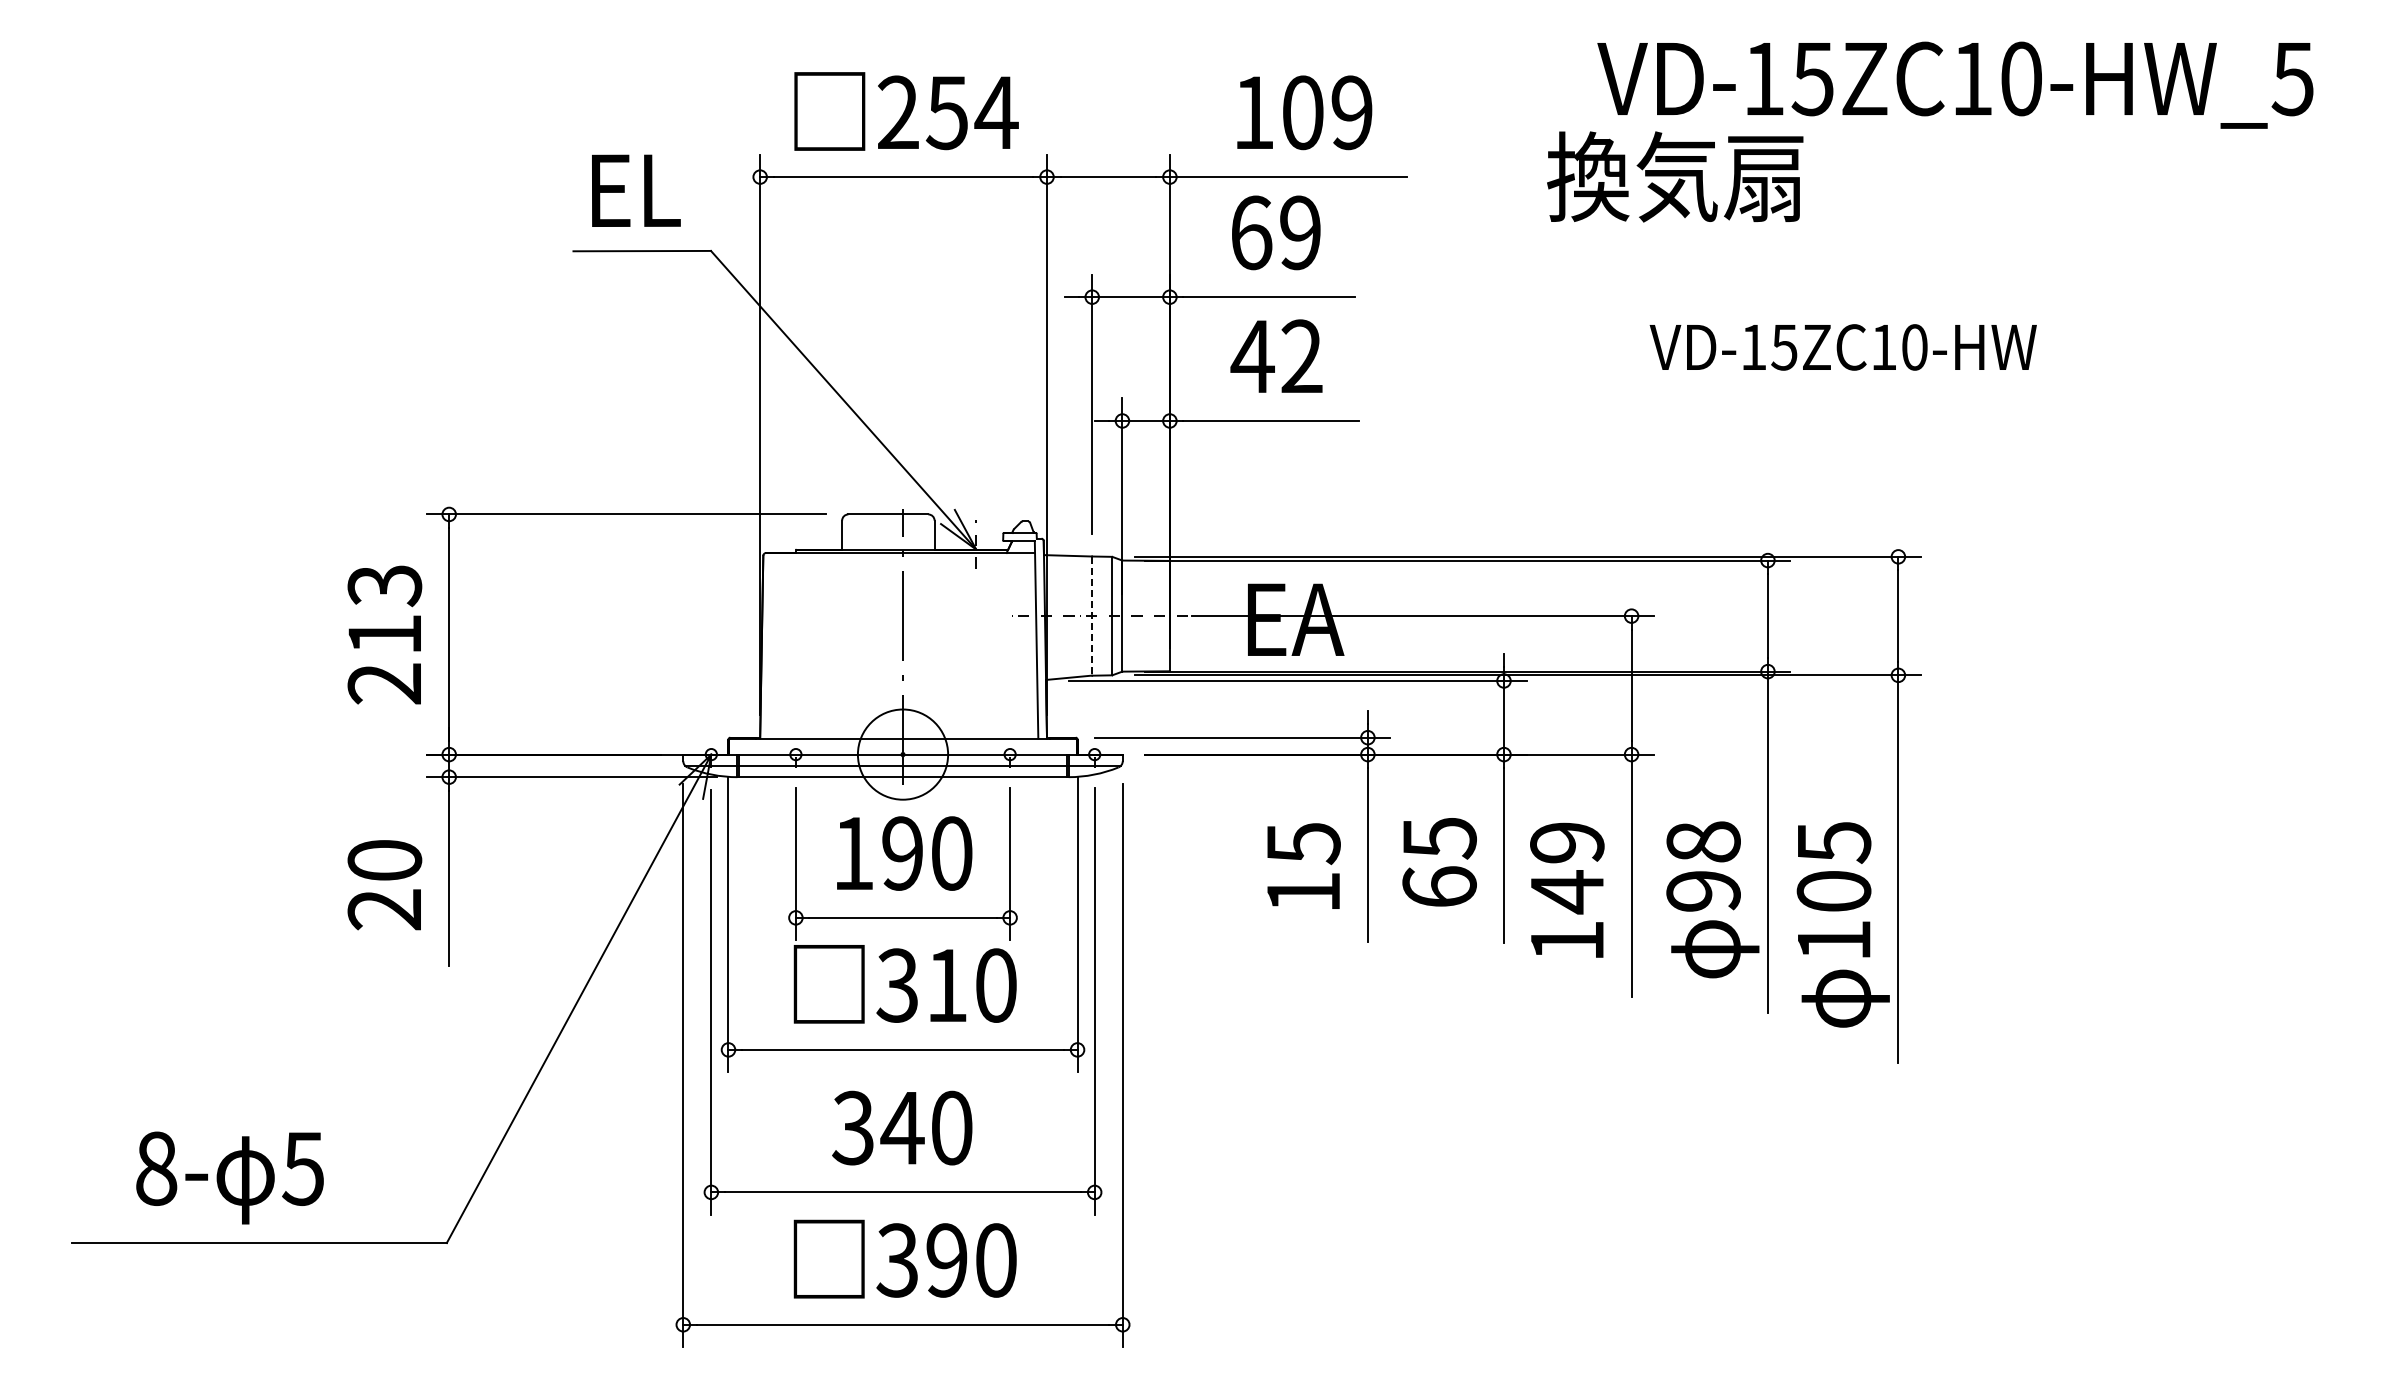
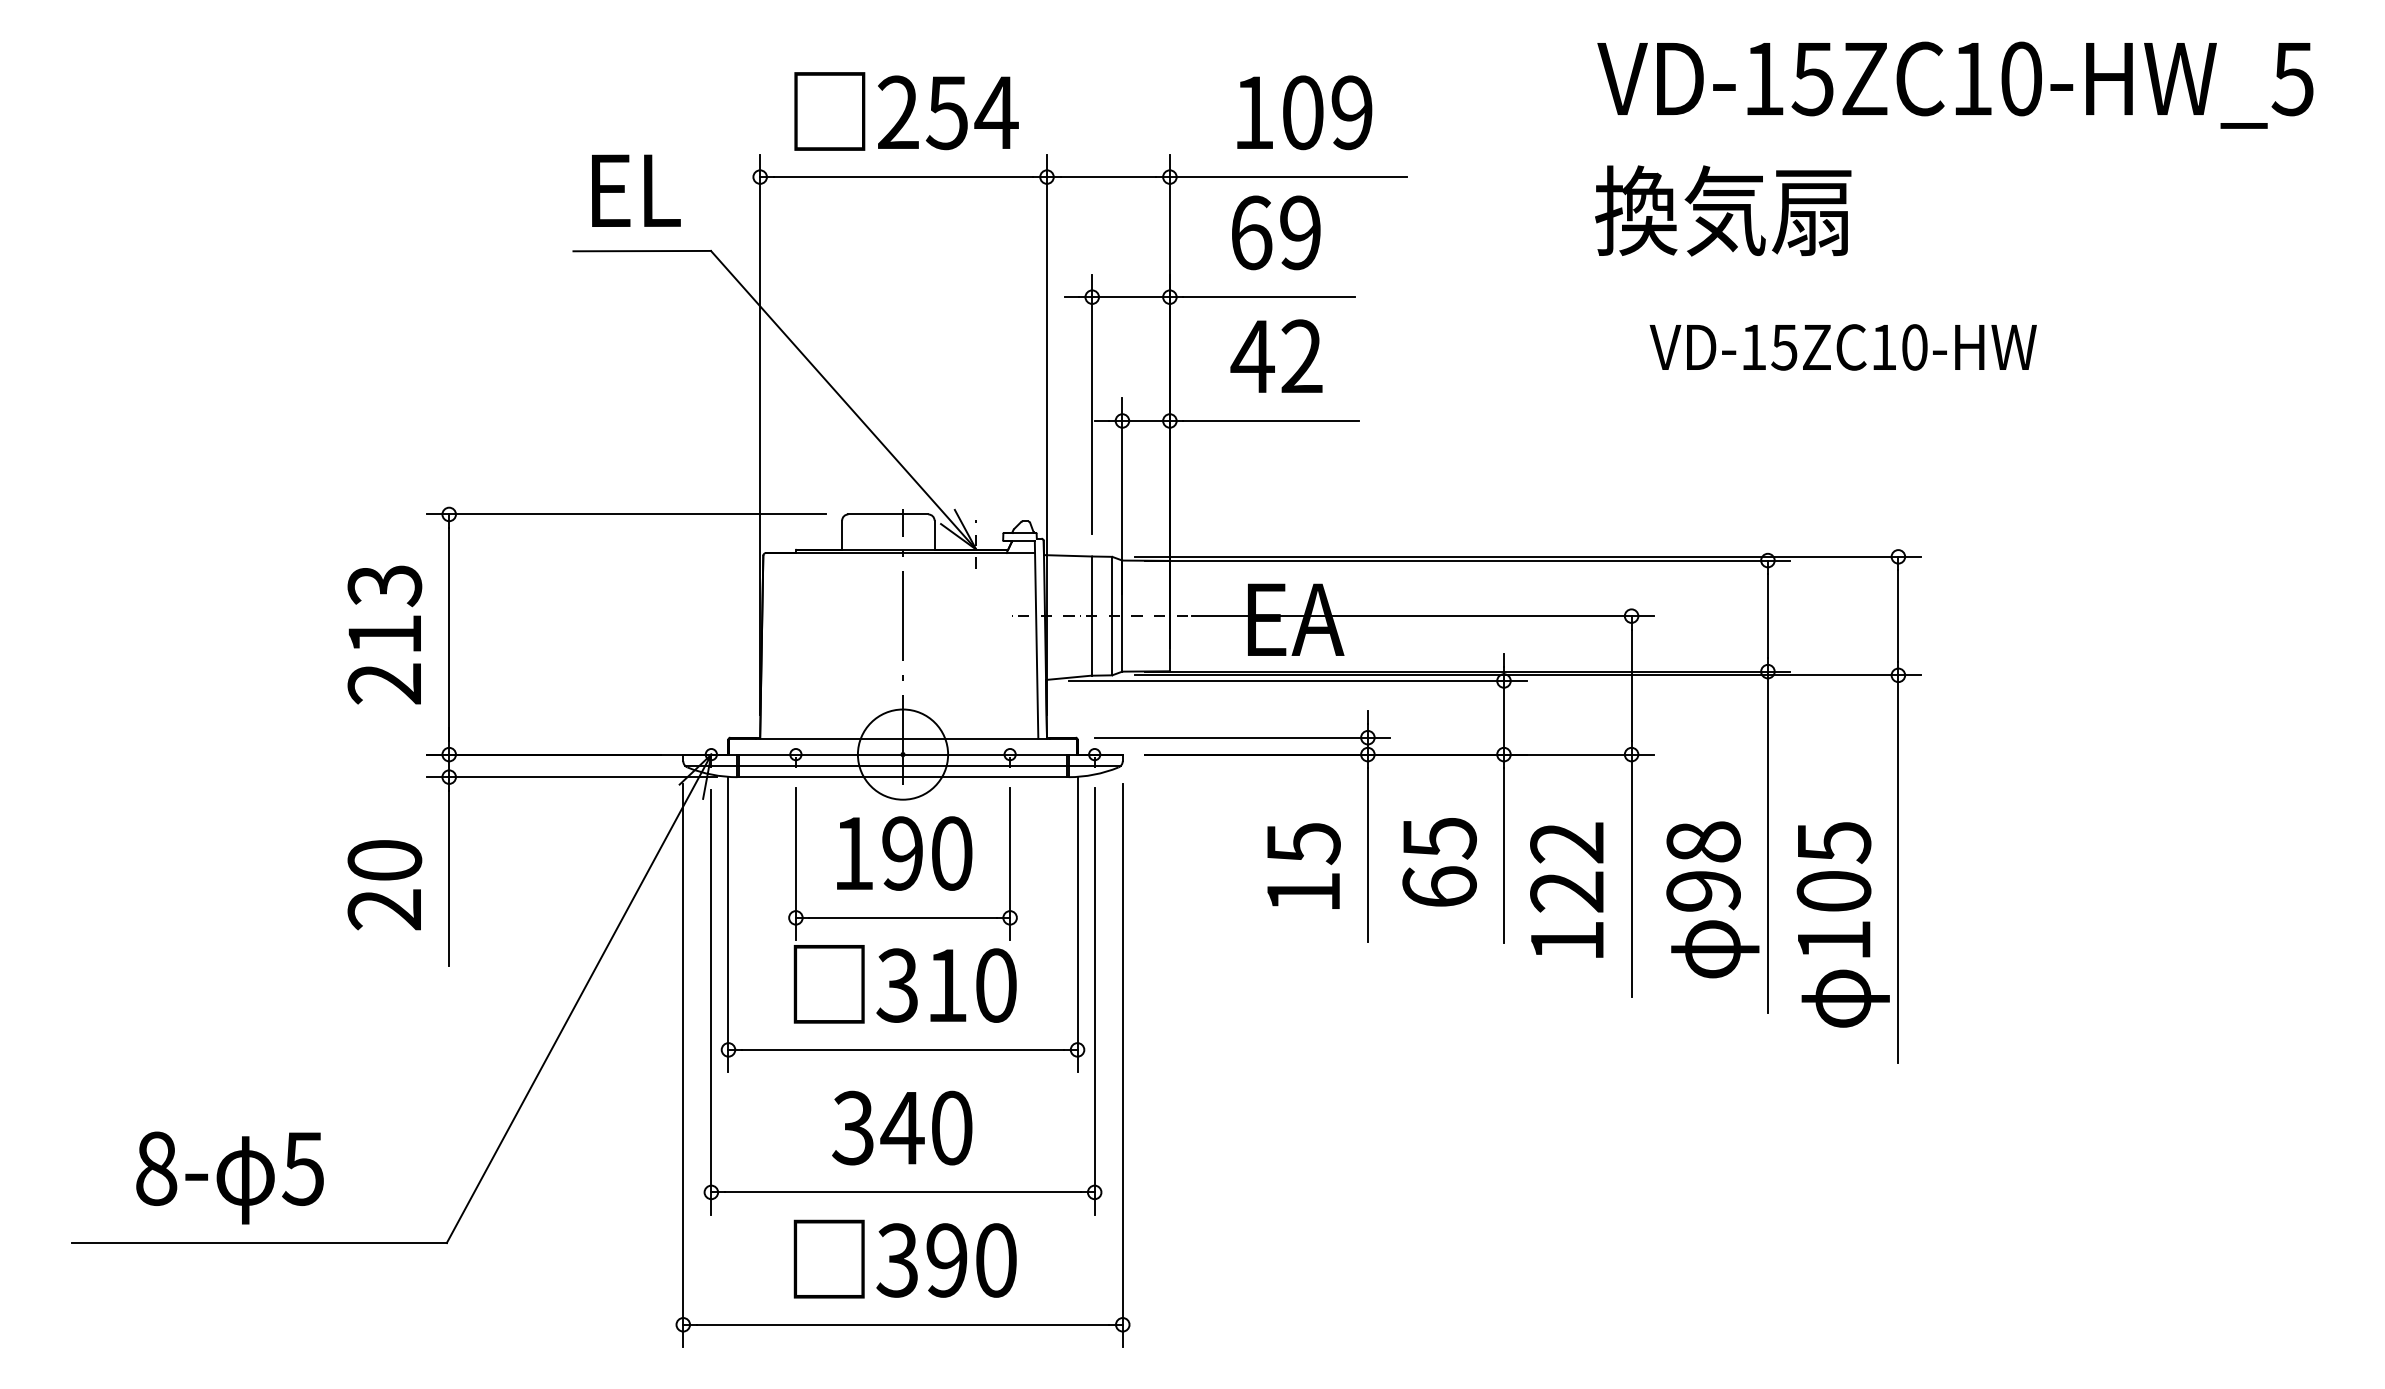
text at (1675, 176) position: (1675, 176) -> (1723, 210)
line at (1092, 616): dashed -> solid
text at (1567, 868): 149 -> 122
